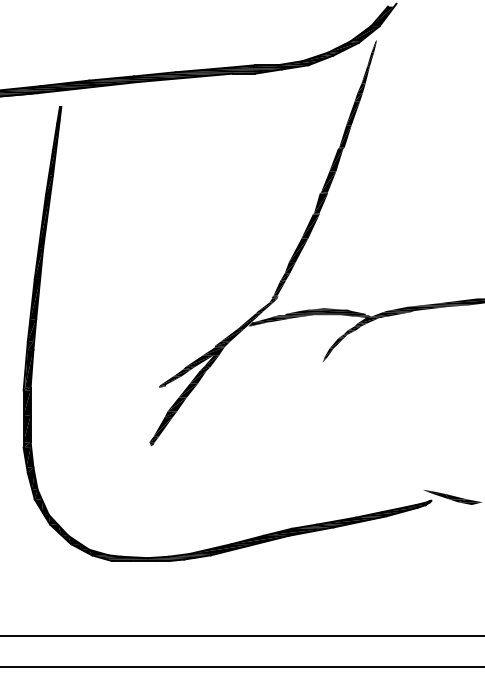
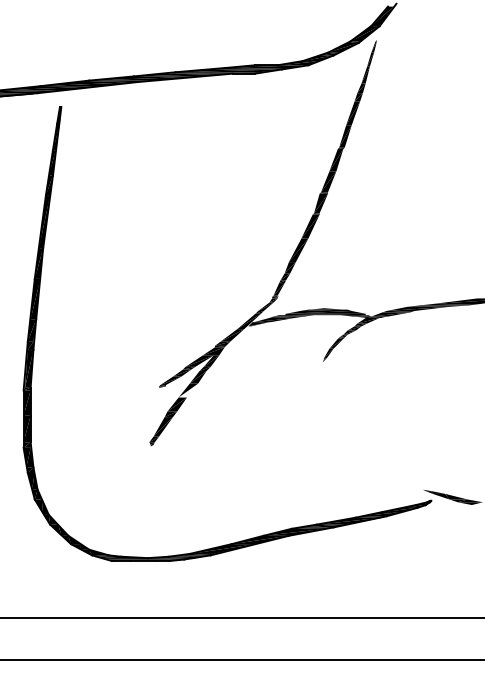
fill at (188, 390): present -> none
line at (241, 636) position: (241, 636) -> (241, 618)
line at (241, 667) position: (241, 667) -> (241, 660)
